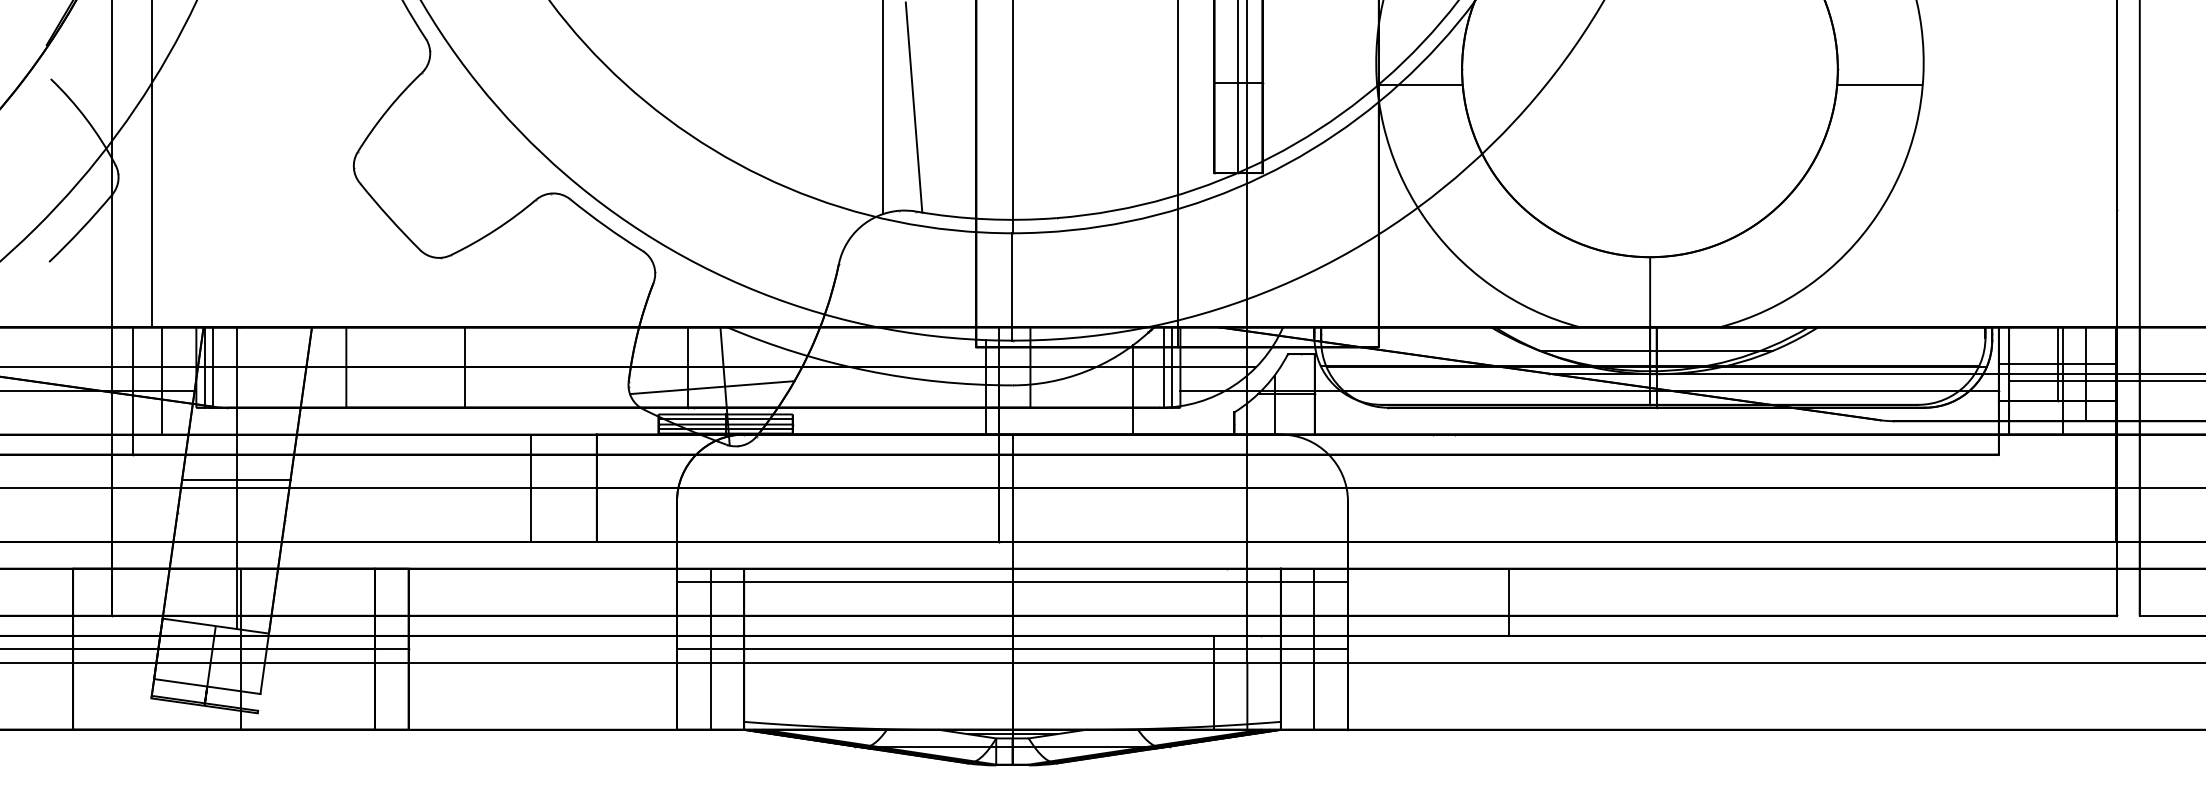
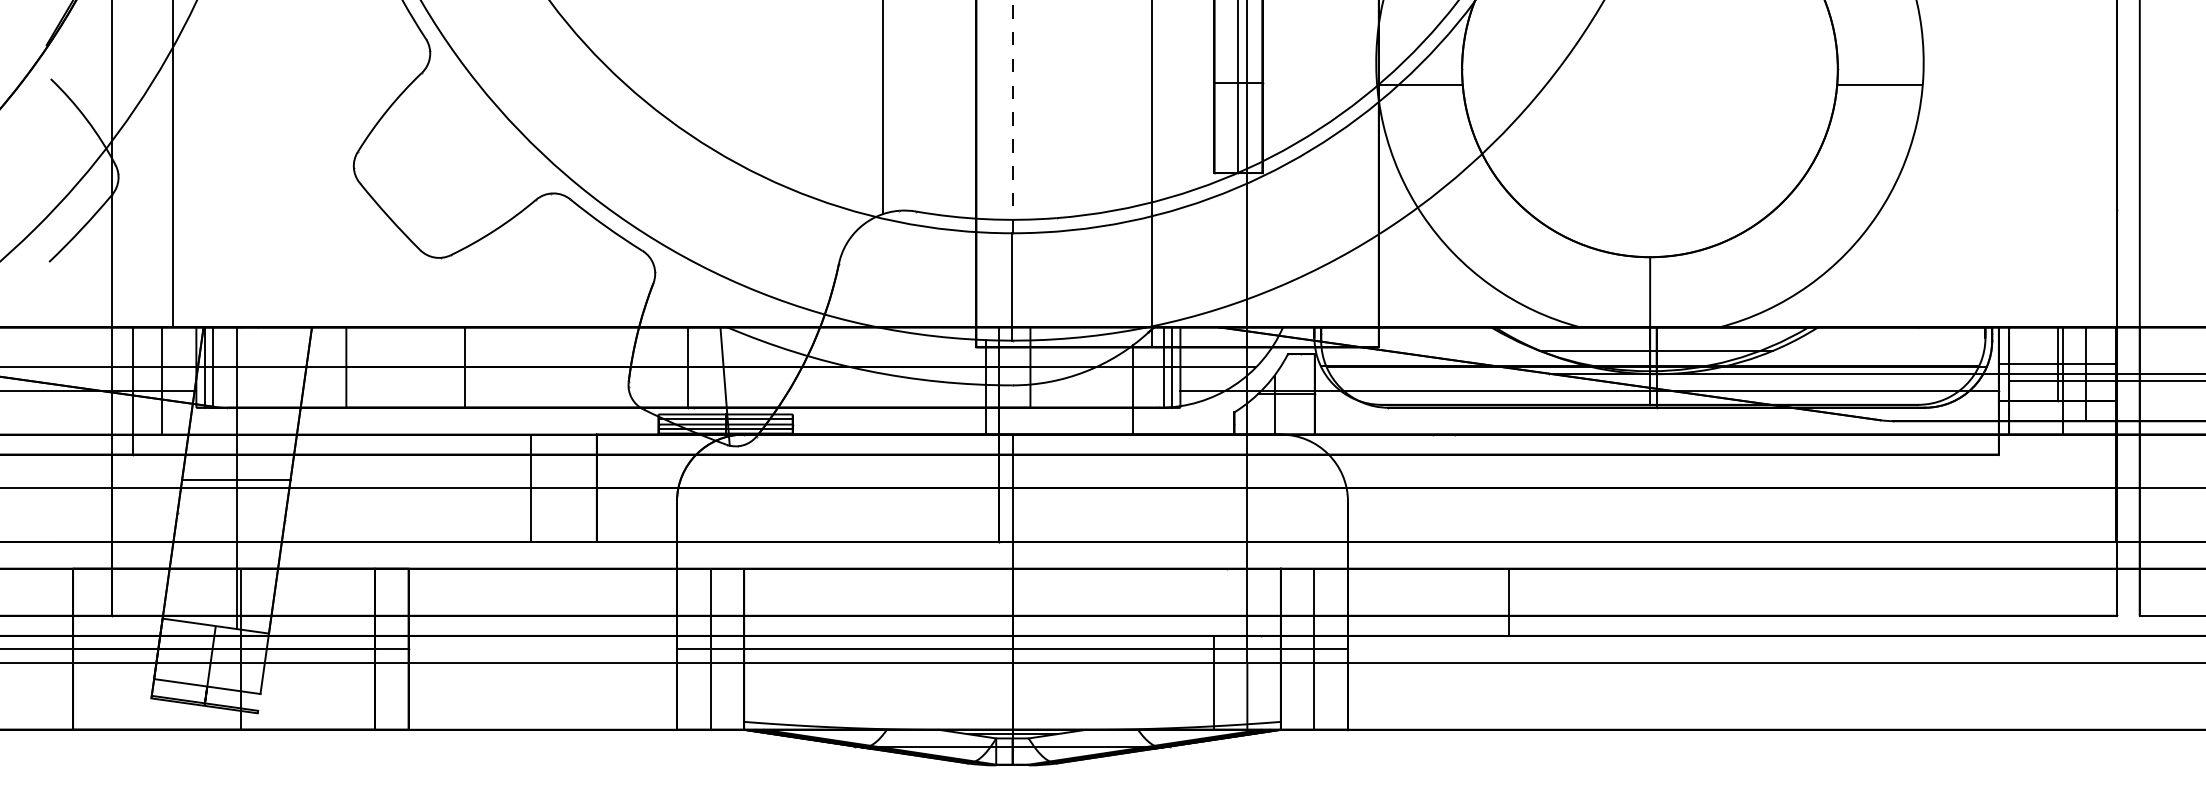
line at (913, 107): present -> none
line at (1012, 116): solid -> dashed
line at (151, 164) position: (151, 164) -> (172, 164)
line at (1177, 174) position: (1177, 174) -> (1151, 174)
line at (711, 387): present -> none
line at (1012, 582): present -> none
